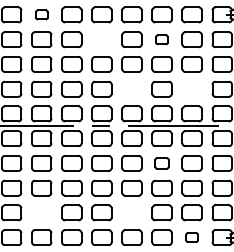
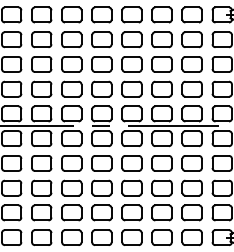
part at (41, 14) size: 14x12 px -> 22x18 px
part at (101, 39): none -> present
part at (161, 39) size: 14x12 px -> 22x18 px
part at (131, 88): none -> present
part at (191, 88): none -> present
part at (161, 163) size: 16x13 px -> 22x17 px
part at (41, 212): none -> present
part at (131, 212): none -> present
part at (191, 237) size: 14x11 px -> 22x17 px
